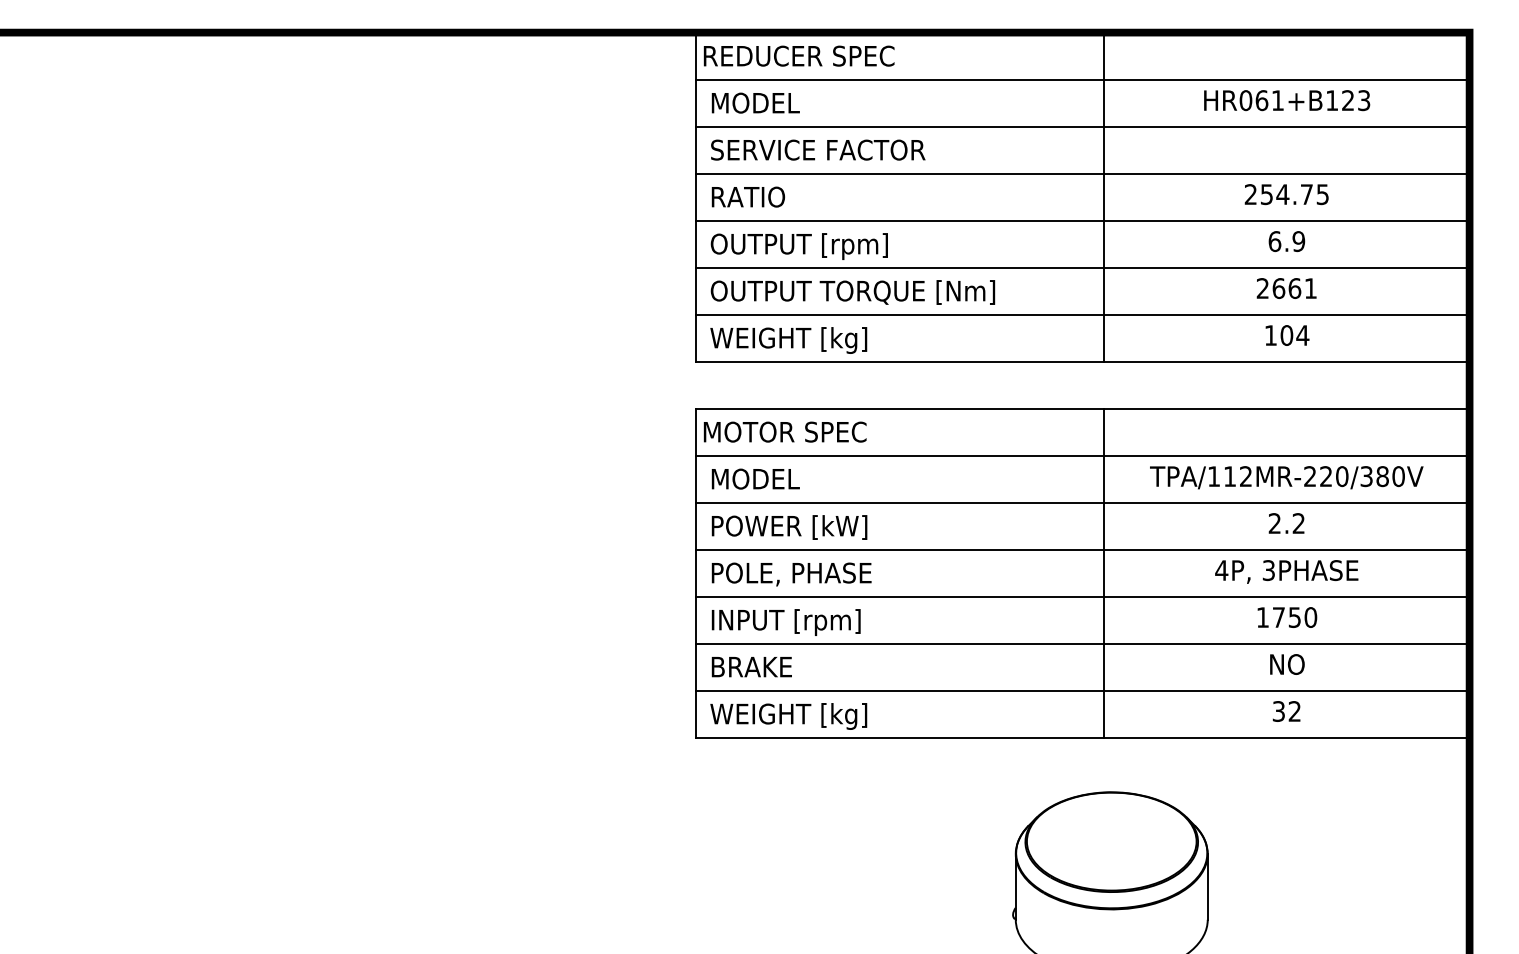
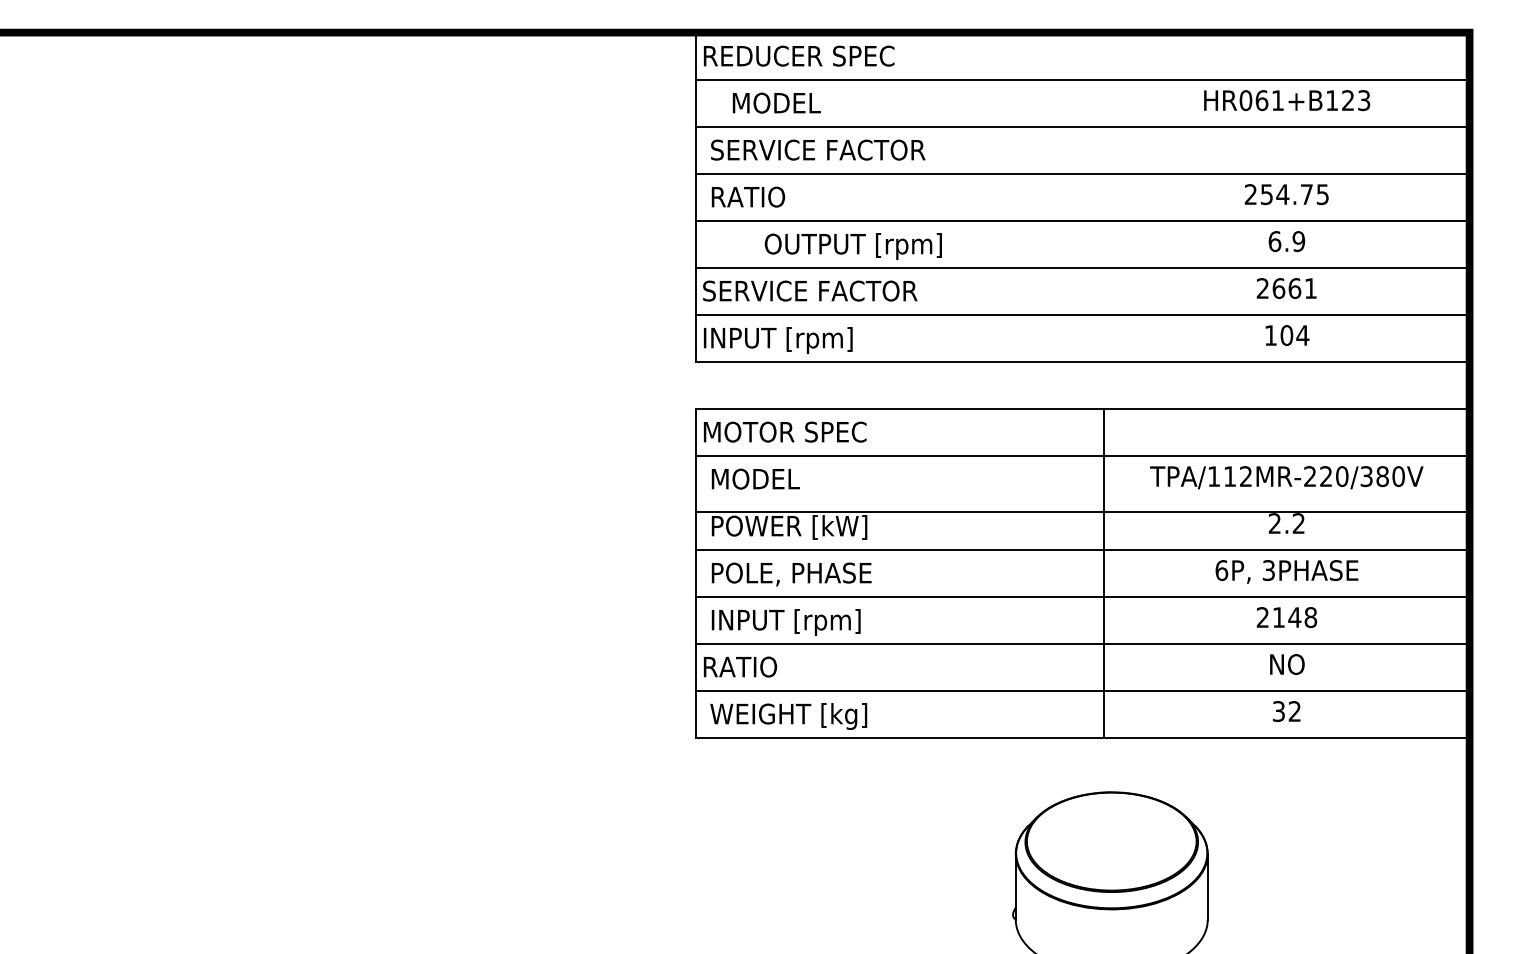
text at (755, 102) position: (755, 102) -> (776, 102)
line at (1104, 196): present -> none
text at (798, 246) position: (798, 246) -> (852, 246)
text at (849, 292): OUTPUT TORQUE [Nm] -> SERVICE FACTOR
text at (785, 340): WEIGHT [kg] -> INPUT [rpm]
line at (1082, 502) position: (1082, 502) -> (1082, 511)
text at (1221, 570): 4P, -> 6P,
text at (1286, 617): 1750 -> 2148
text at (747, 666): BRAKE -> RATIO
